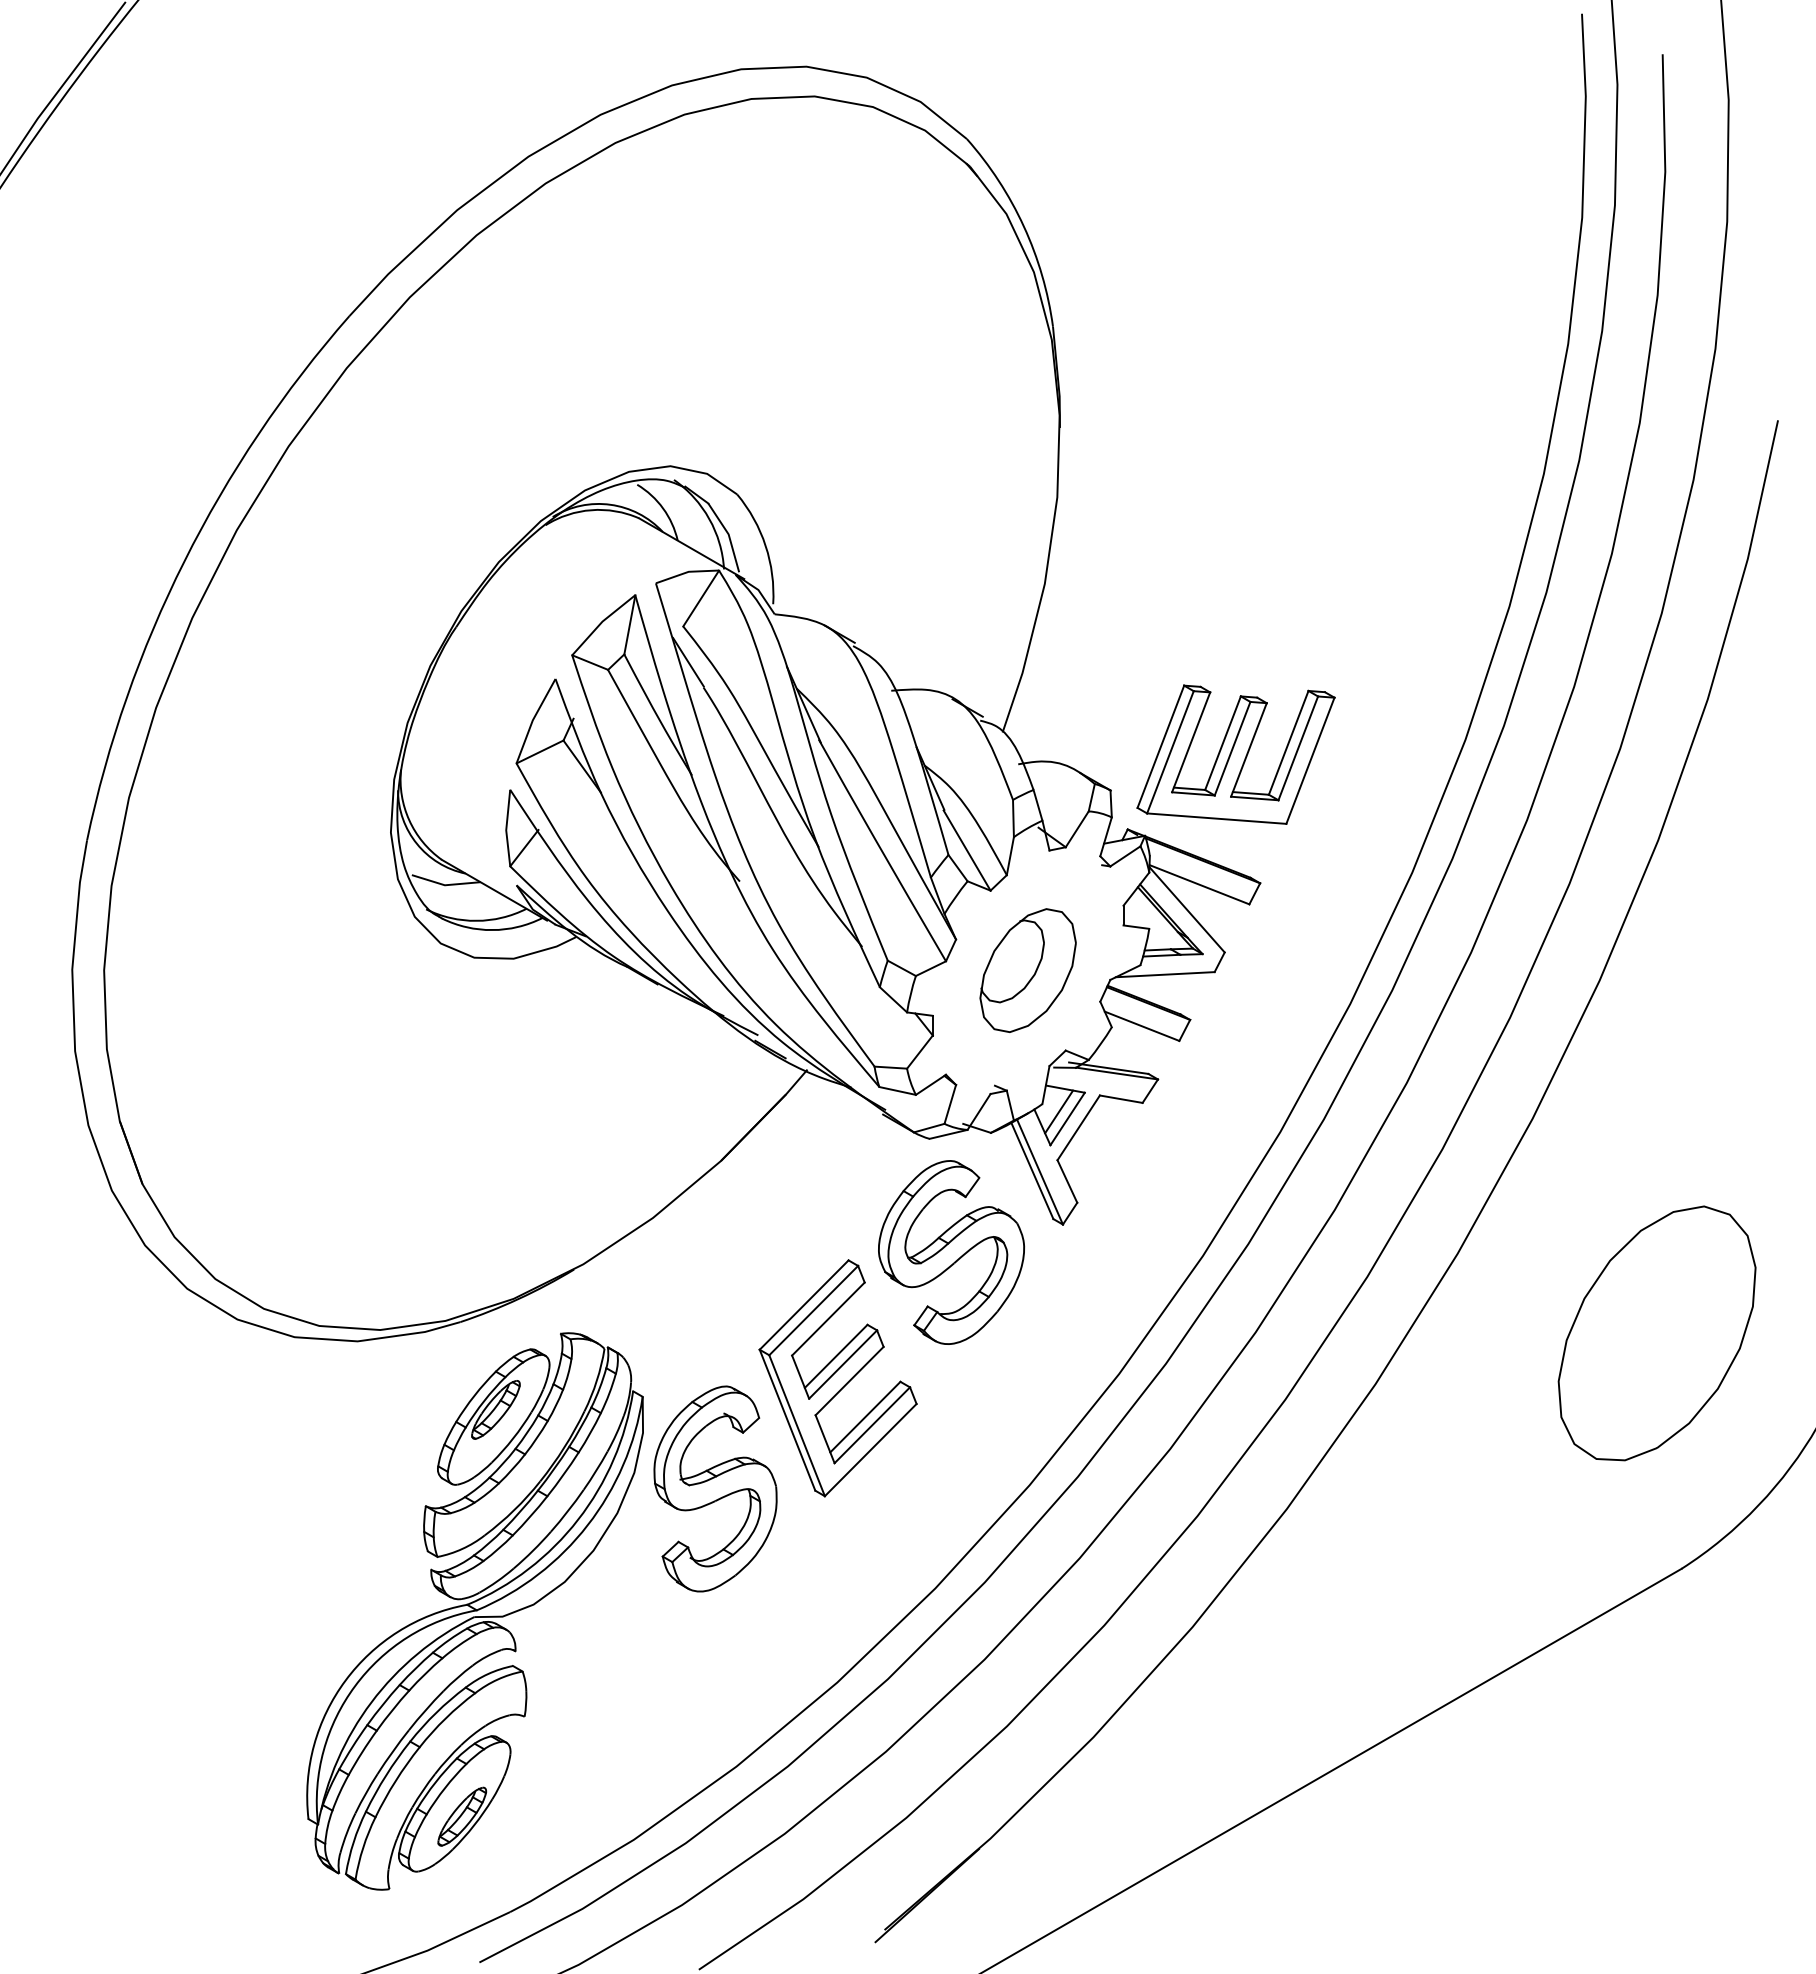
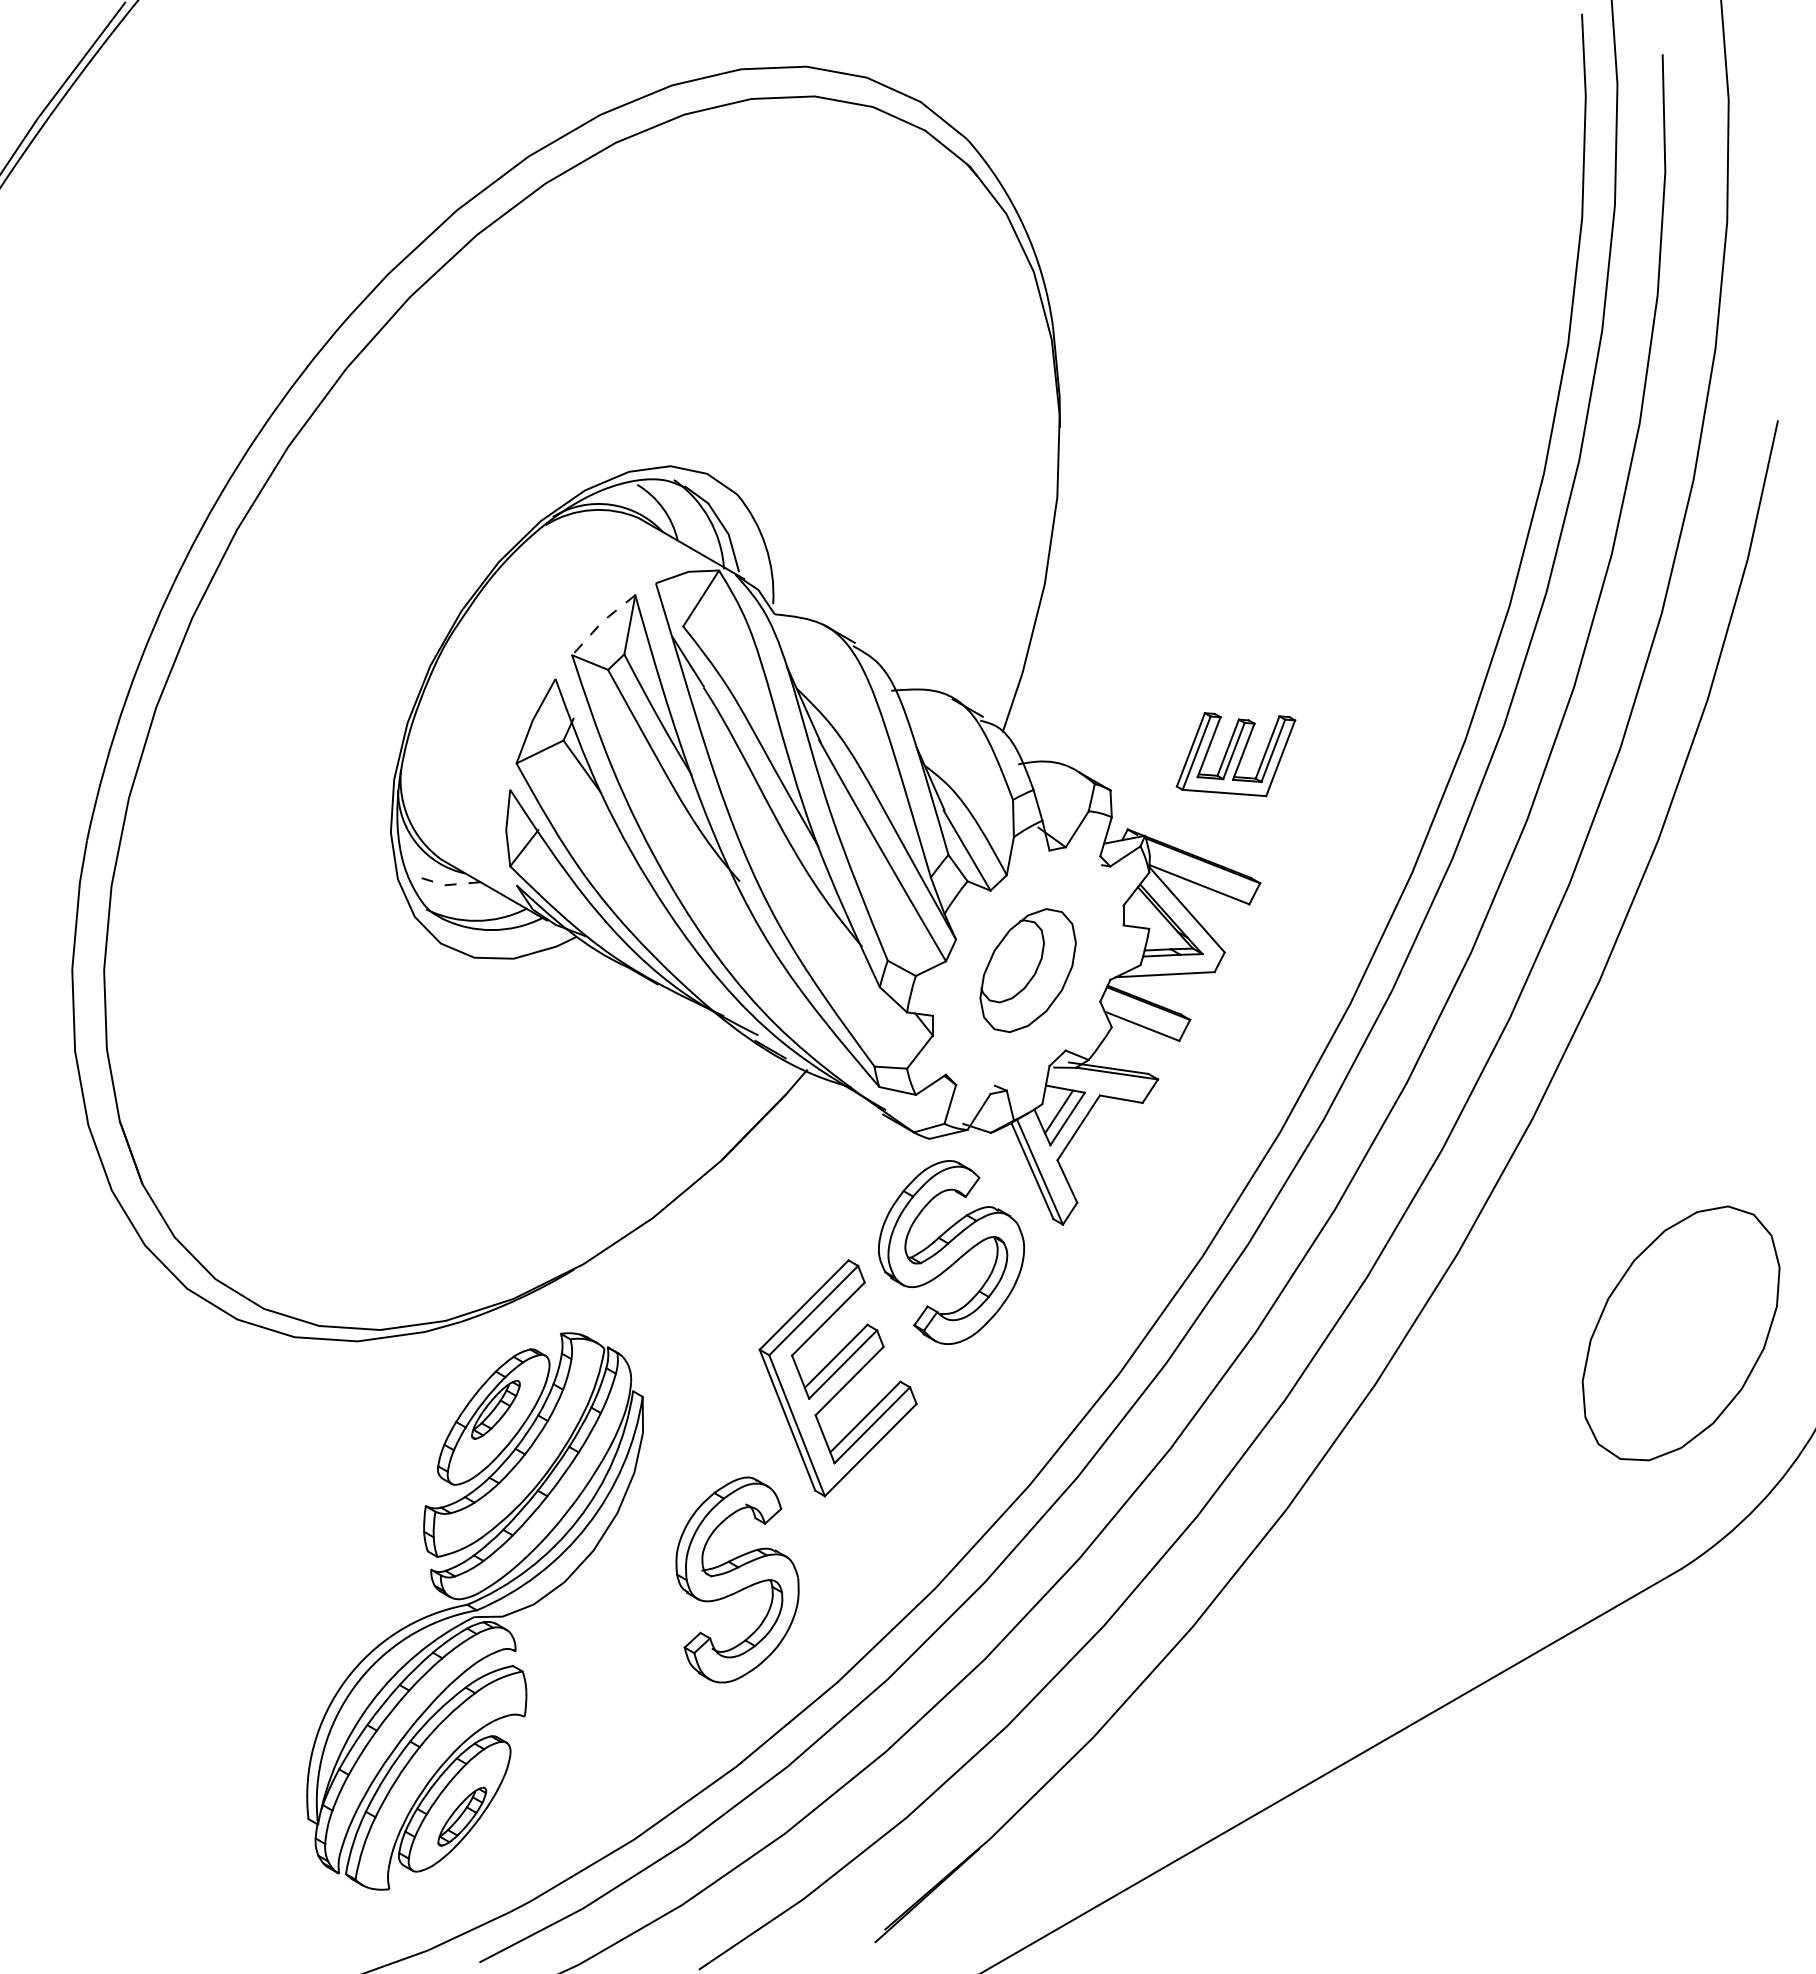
line at (601, 622): solid -> dashed
part at (1235, 754) size: 200x141 px -> 122x86 px
line at (444, 885): solid -> dashed
part at (1656, 1333) position: (1656, 1333) -> (1680, 1333)
part at (715, 1488) position: (715, 1488) -> (737, 1579)
